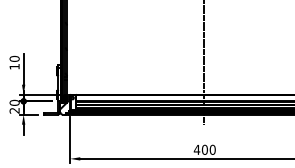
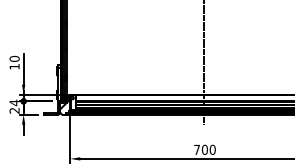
text at (14, 102): 20 -> 24
text at (196, 149): 400 -> 700
